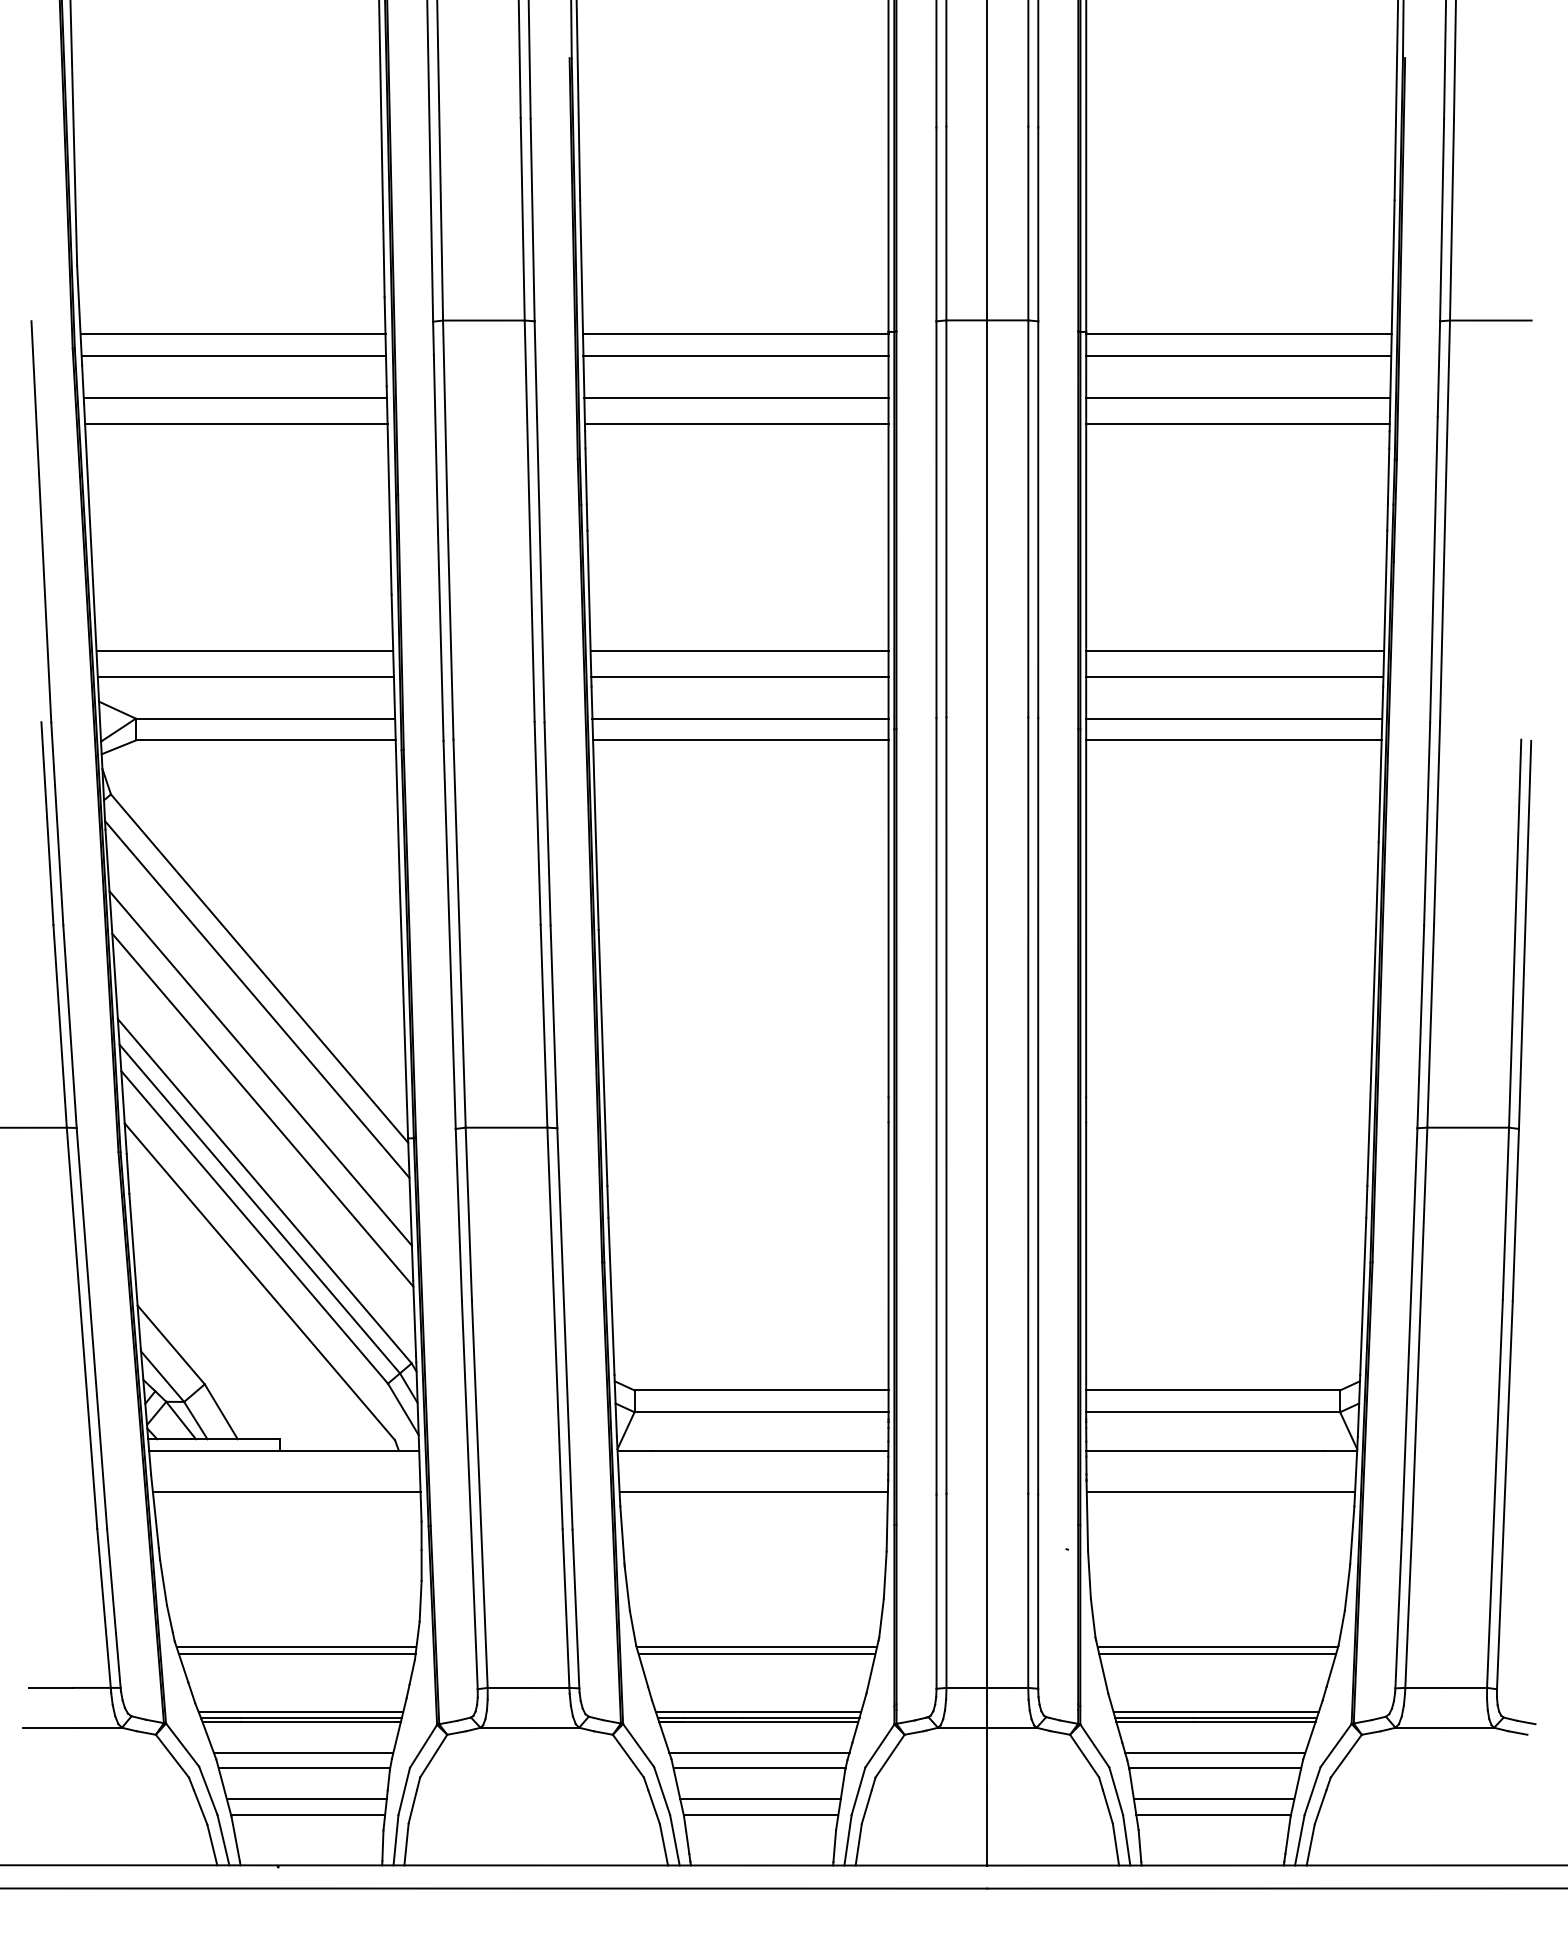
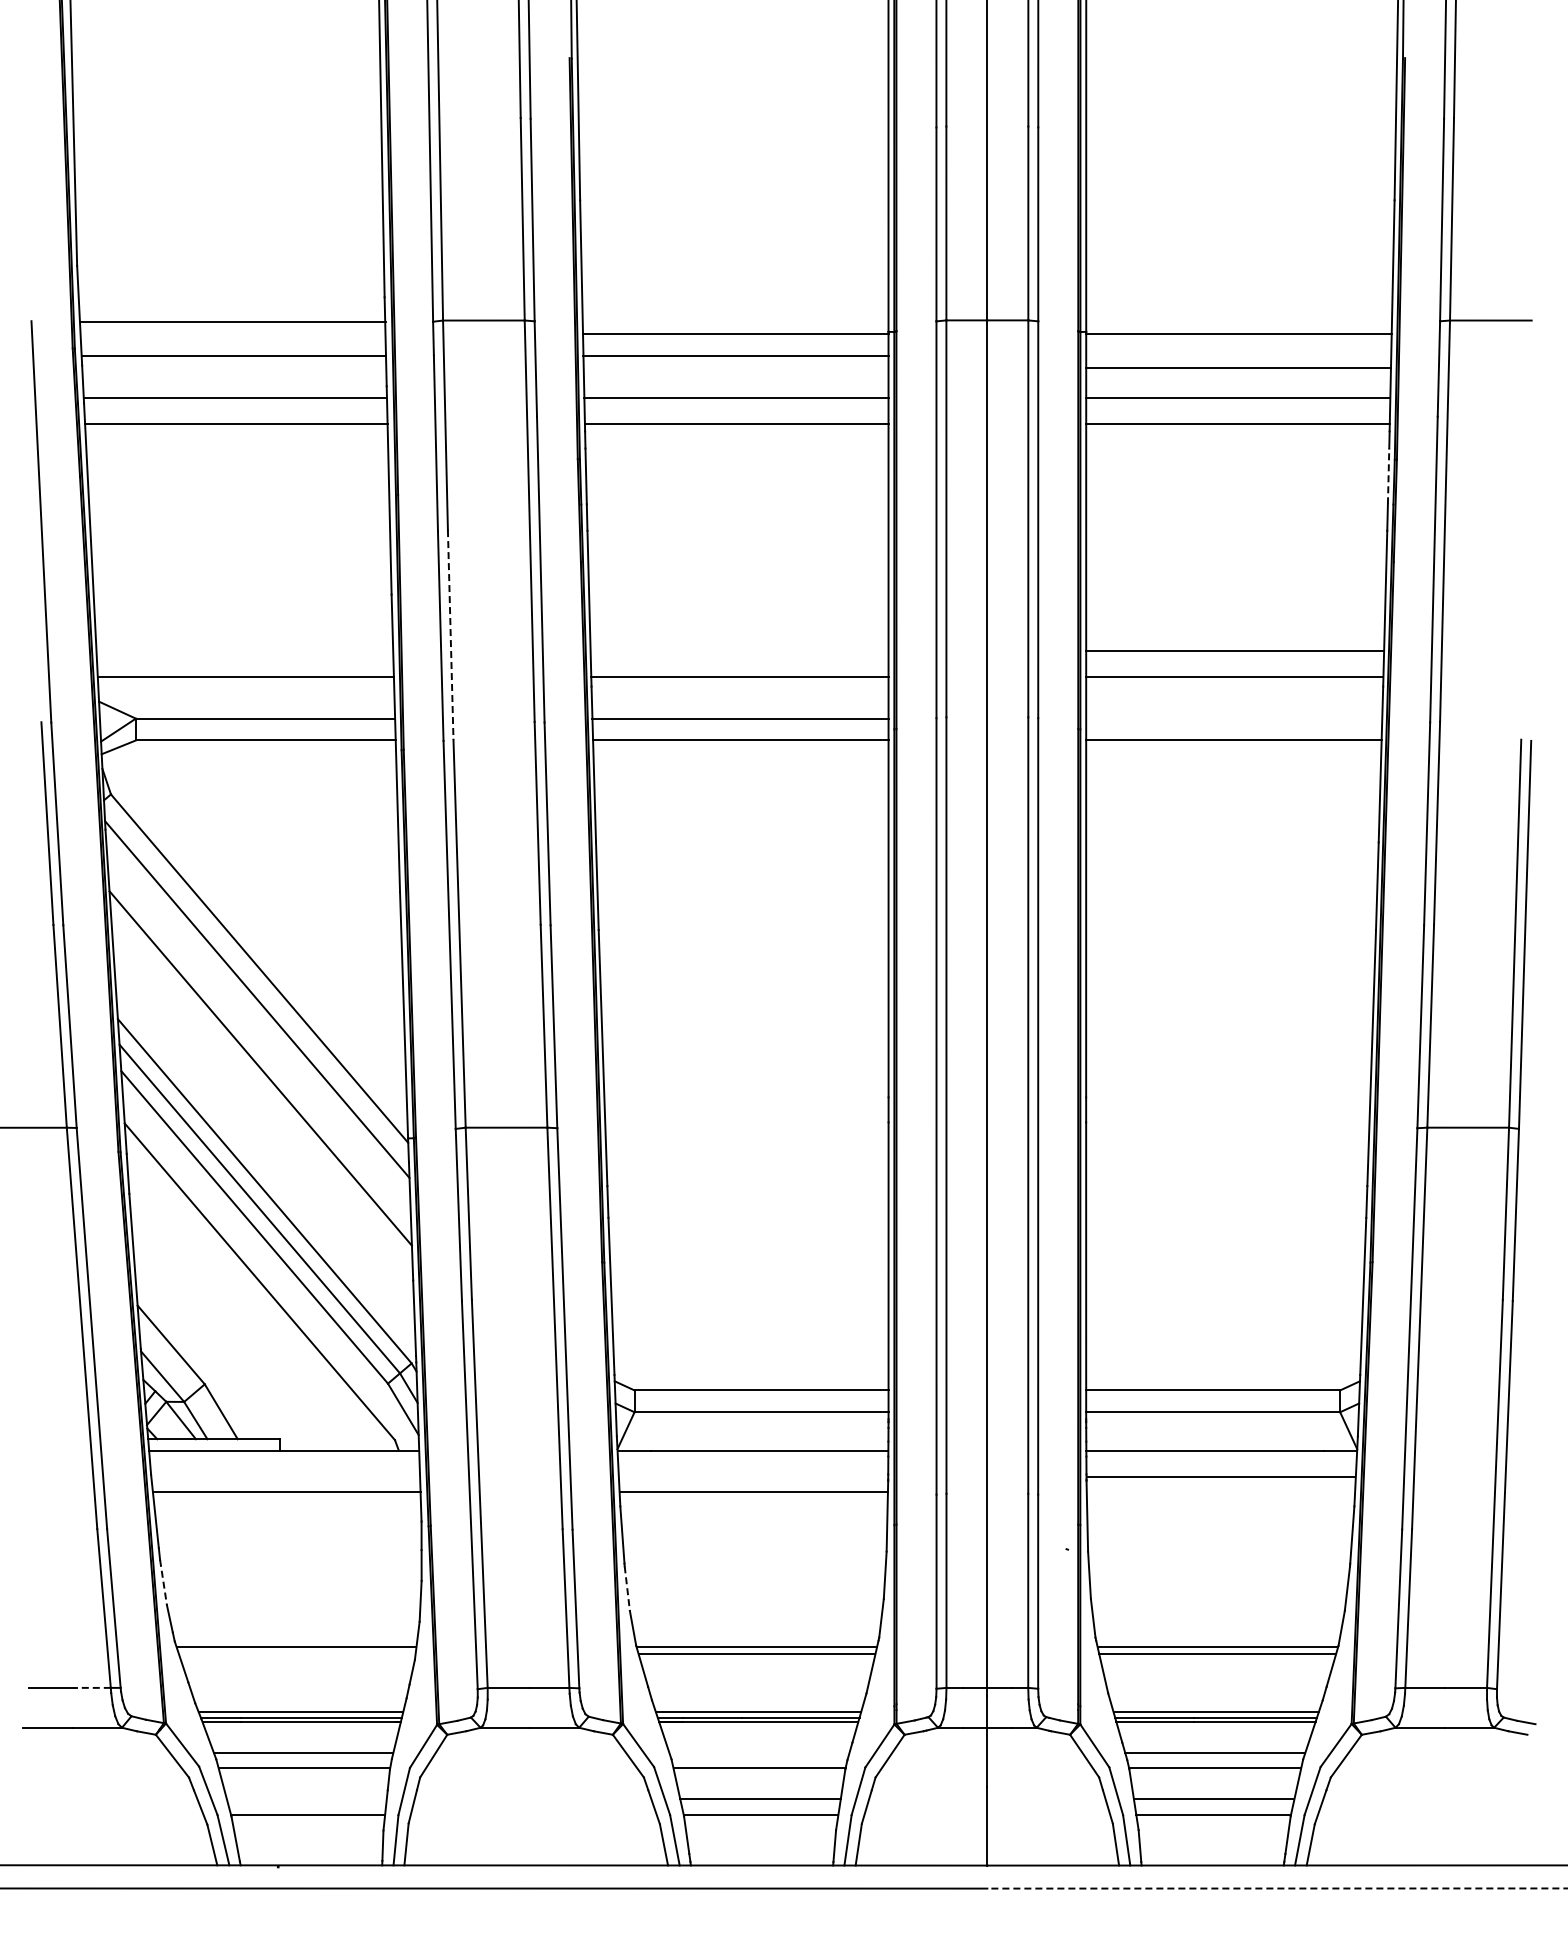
line at (232, 334) position: (232, 334) -> (232, 322)
line at (1238, 356) position: (1238, 356) -> (1238, 368)
line at (1388, 476): solid -> dashed
line at (450, 634): solid -> dashed
line at (244, 651): present -> none
line at (739, 651): present -> none
line at (1234, 718): present -> none
line at (262, 1109): present -> none
line at (1220, 1492) position: (1220, 1492) -> (1220, 1477)
line at (163, 1582): solid -> dashed
line at (627, 1589): solid -> dashed
line at (296, 1654): present -> none
line at (91, 1687): solid -> dashed
line at (759, 1752): present -> none
line at (306, 1799): present -> none
line at (1277, 1888): solid -> dashed
